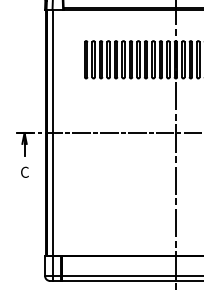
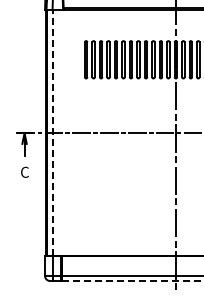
line at (52, 132): solid -> dashed
line at (132, 280): solid -> dashed
